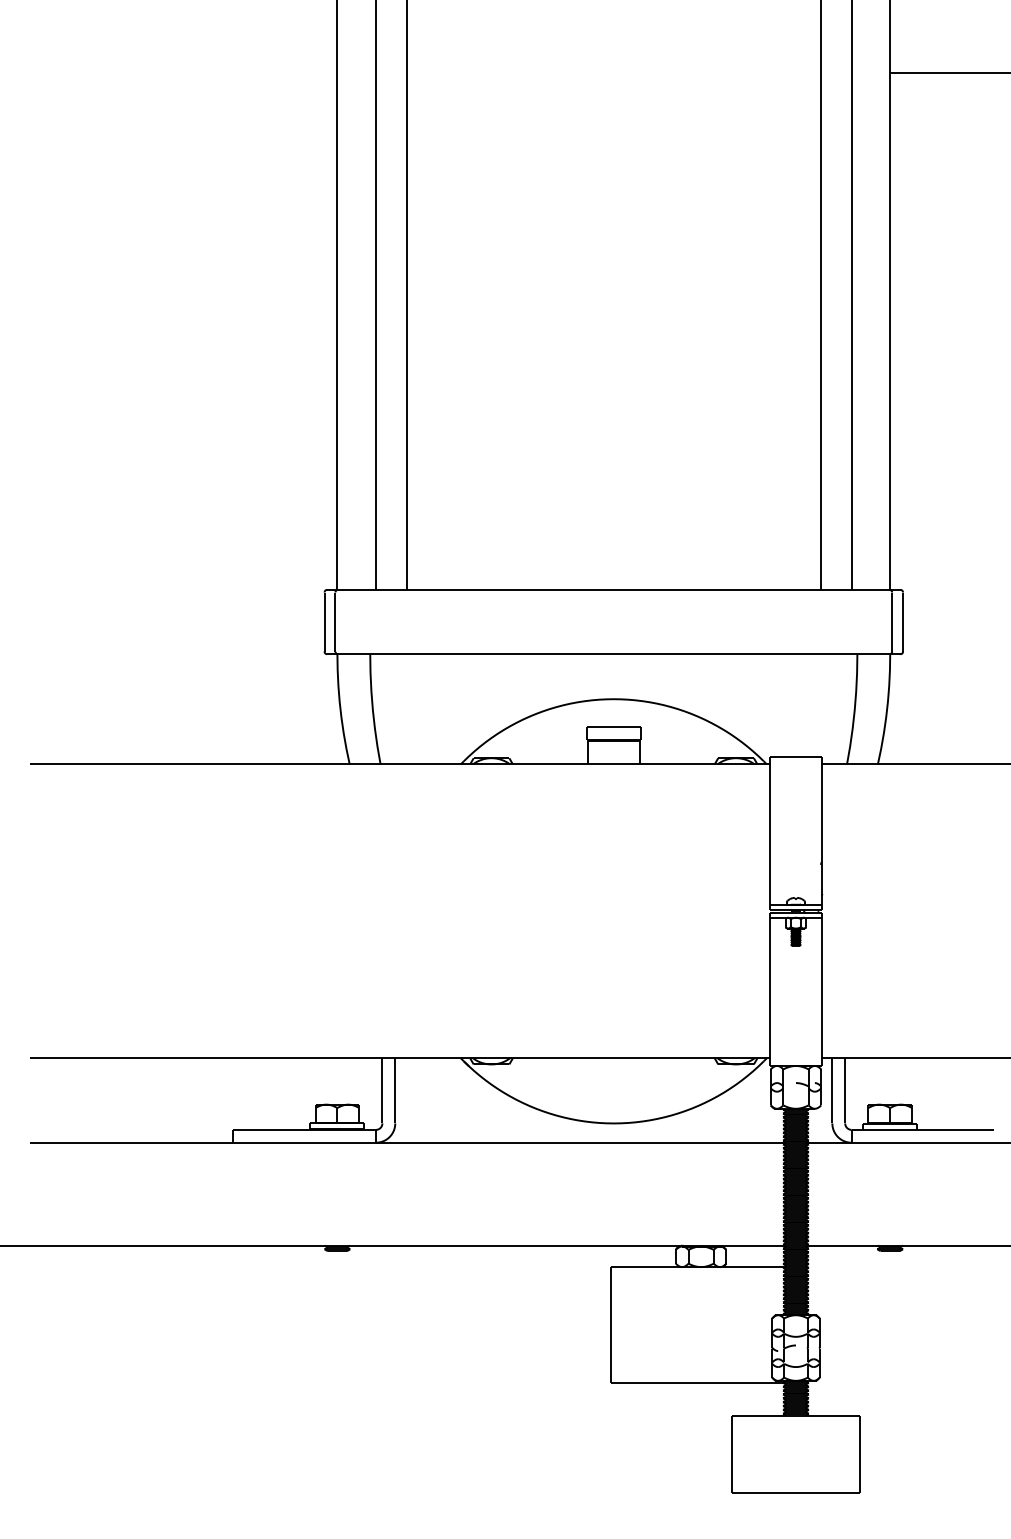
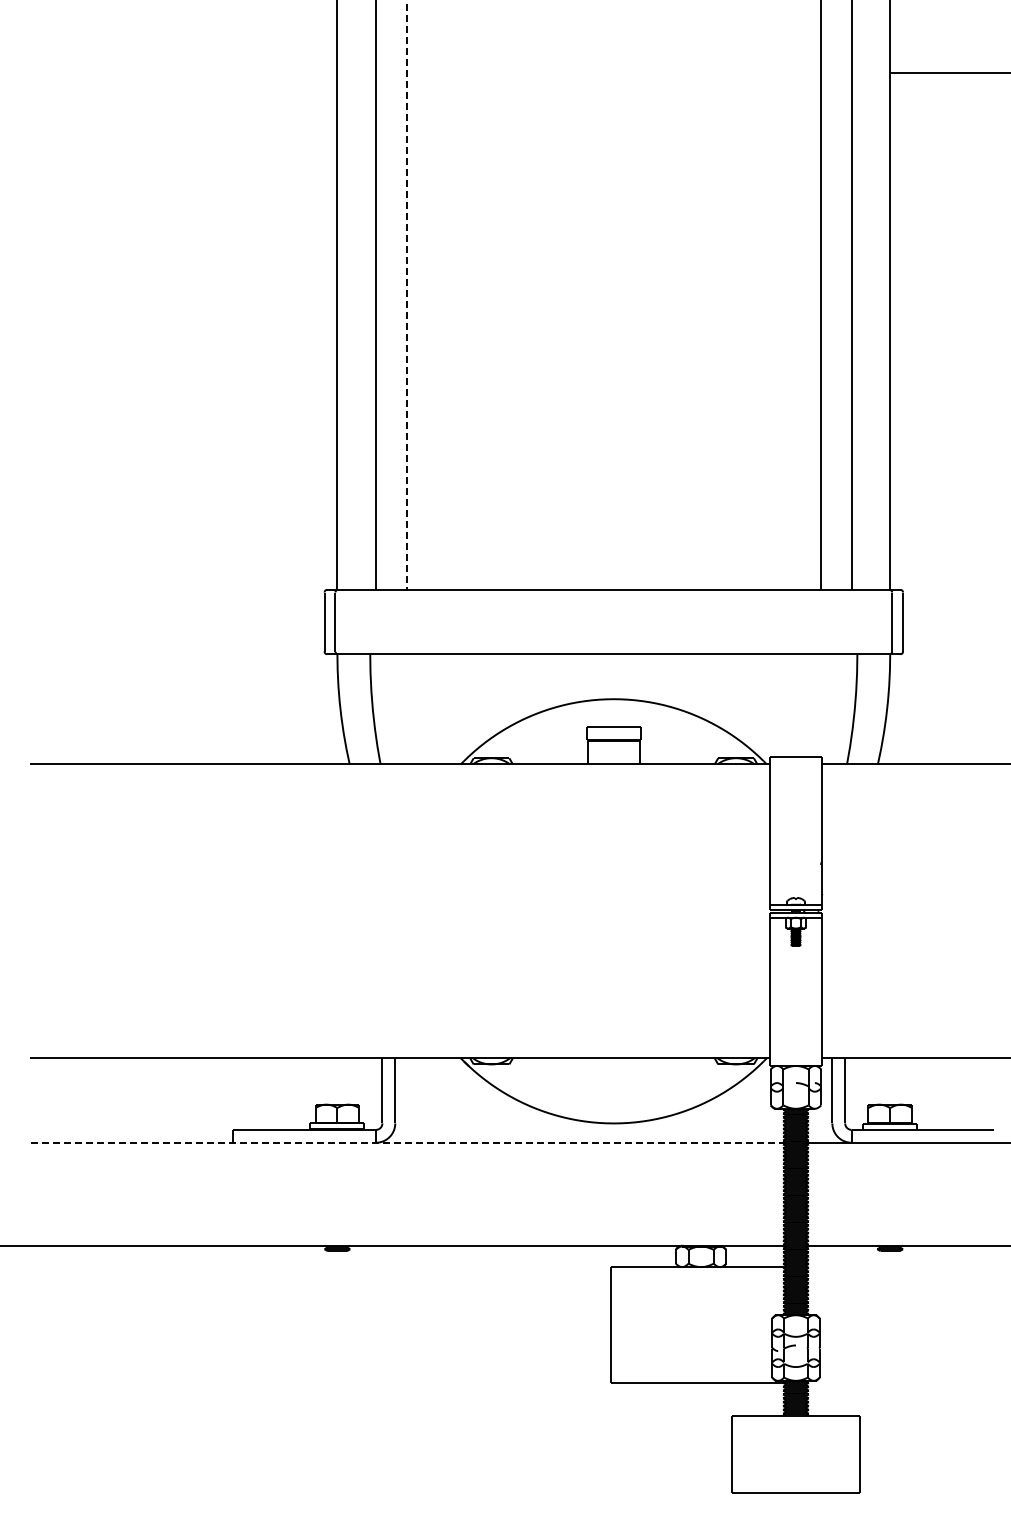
line at (406, 294): solid -> dashed
line at (408, 1142): solid -> dashed
